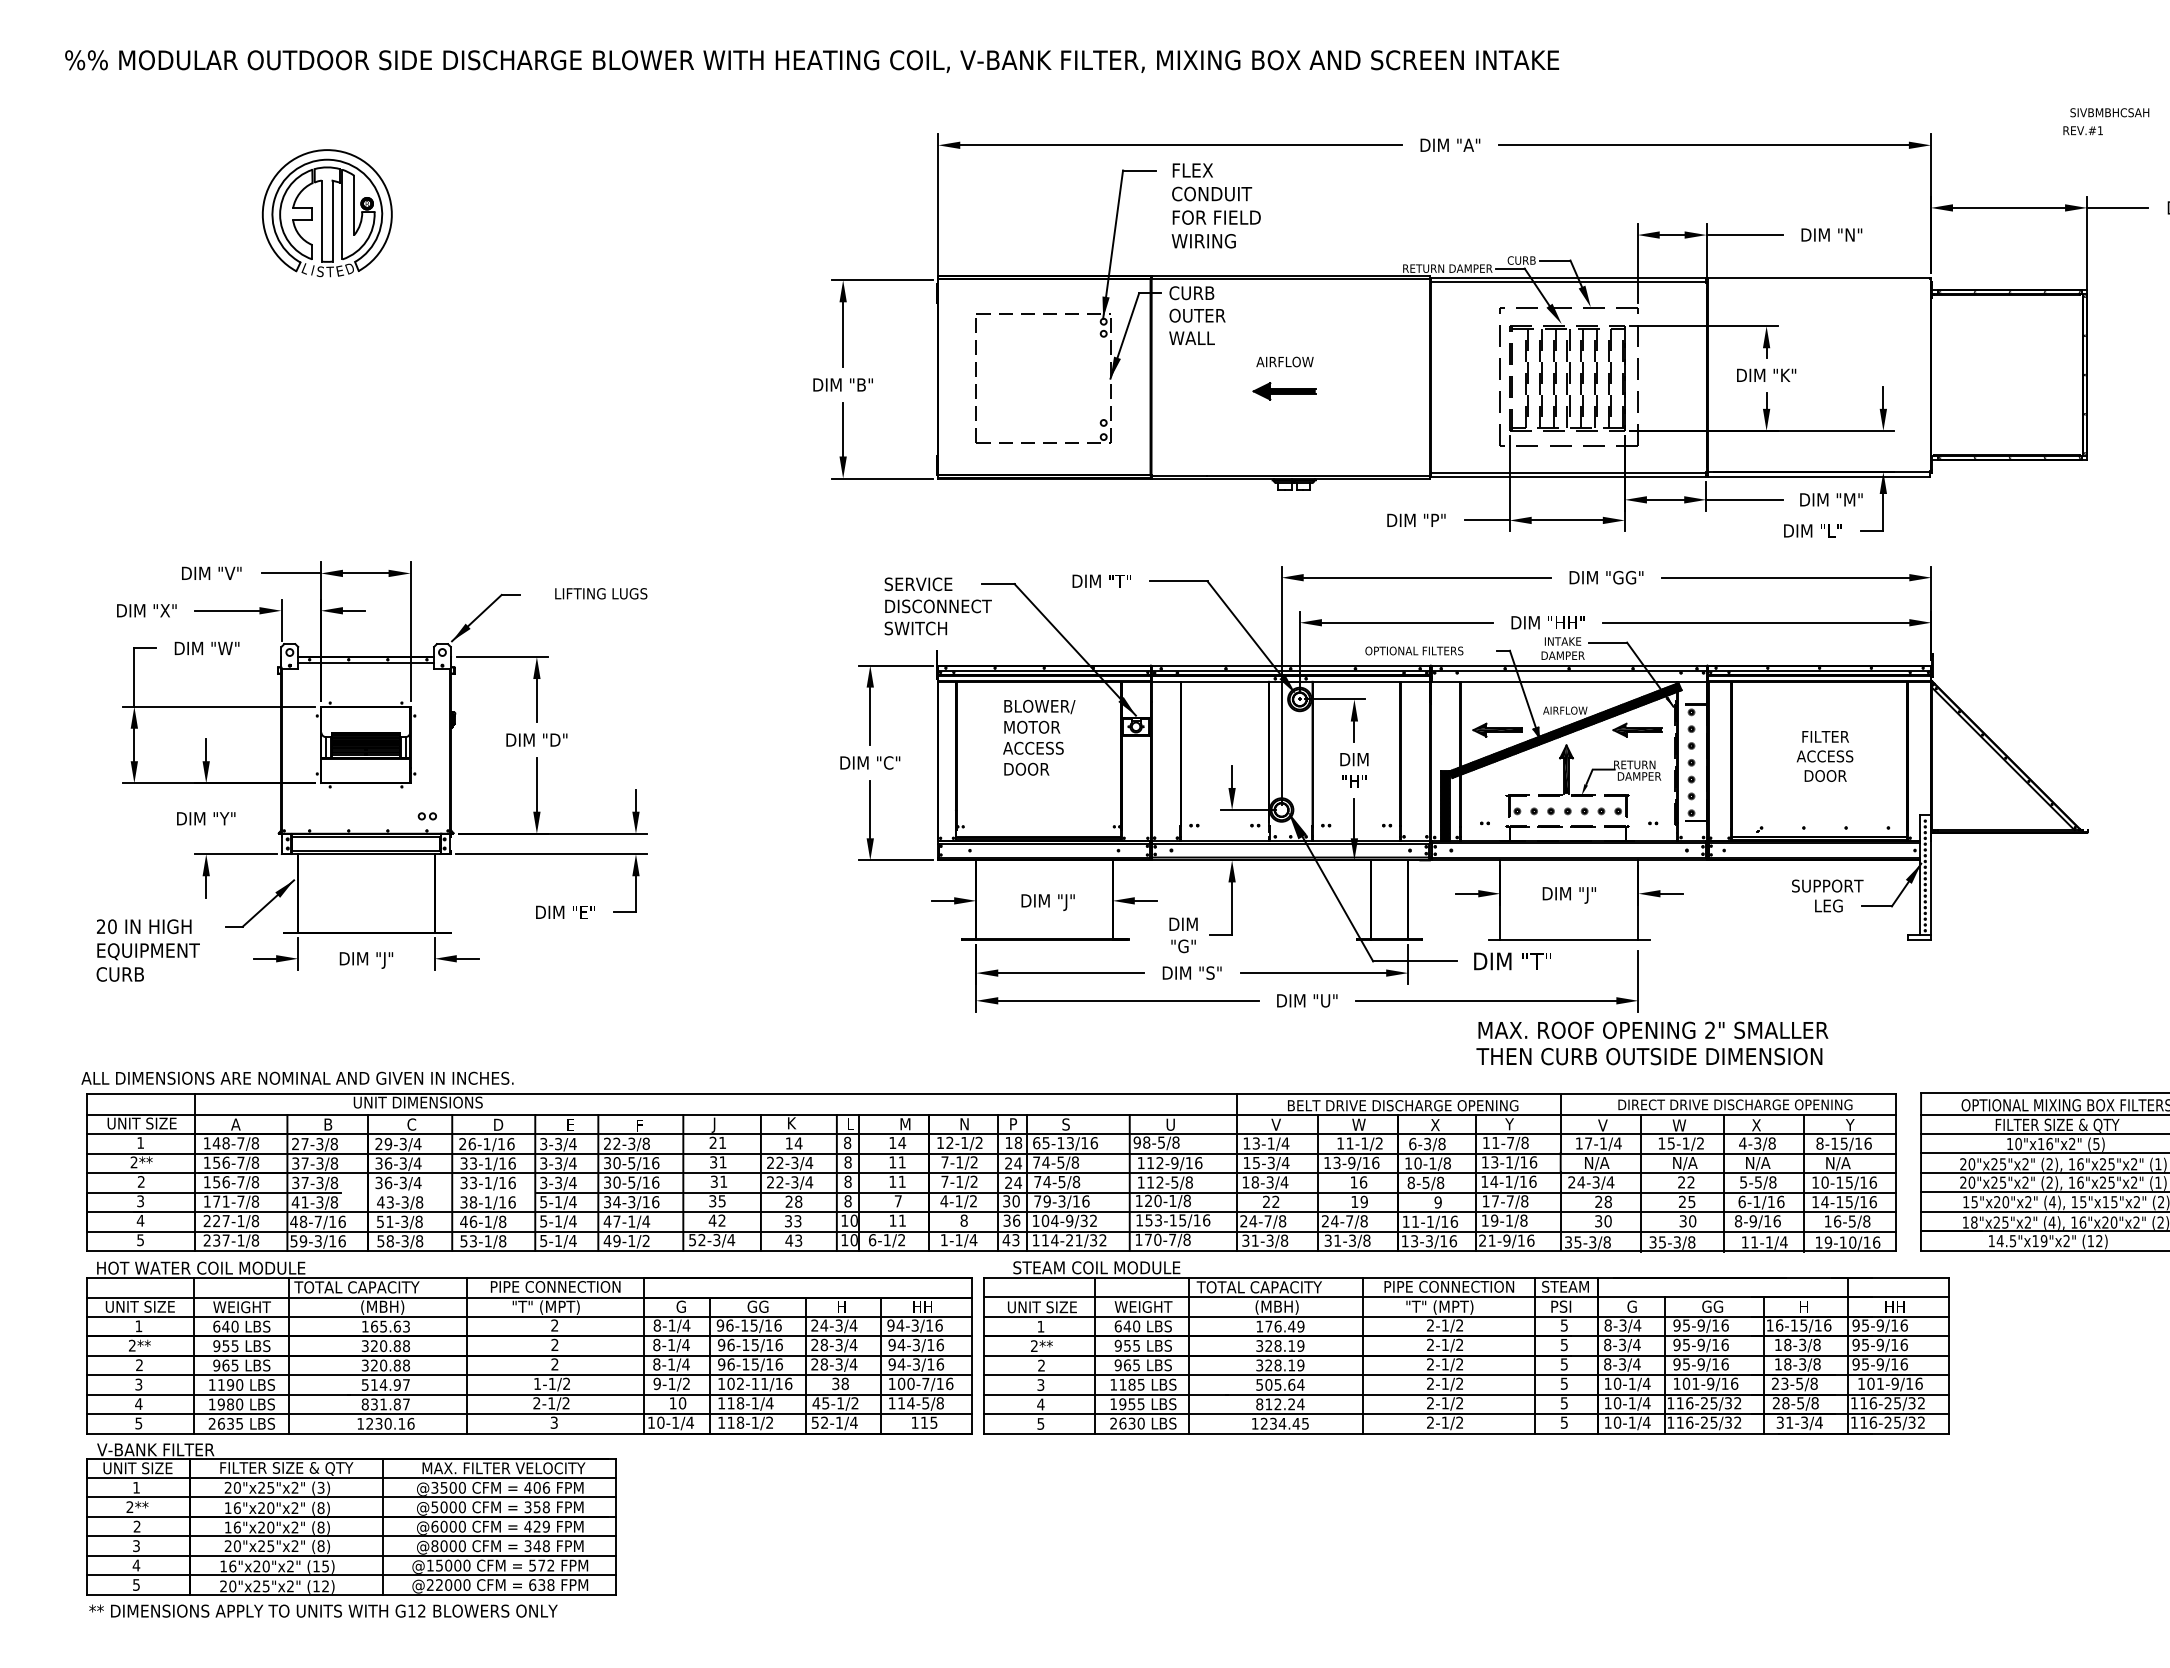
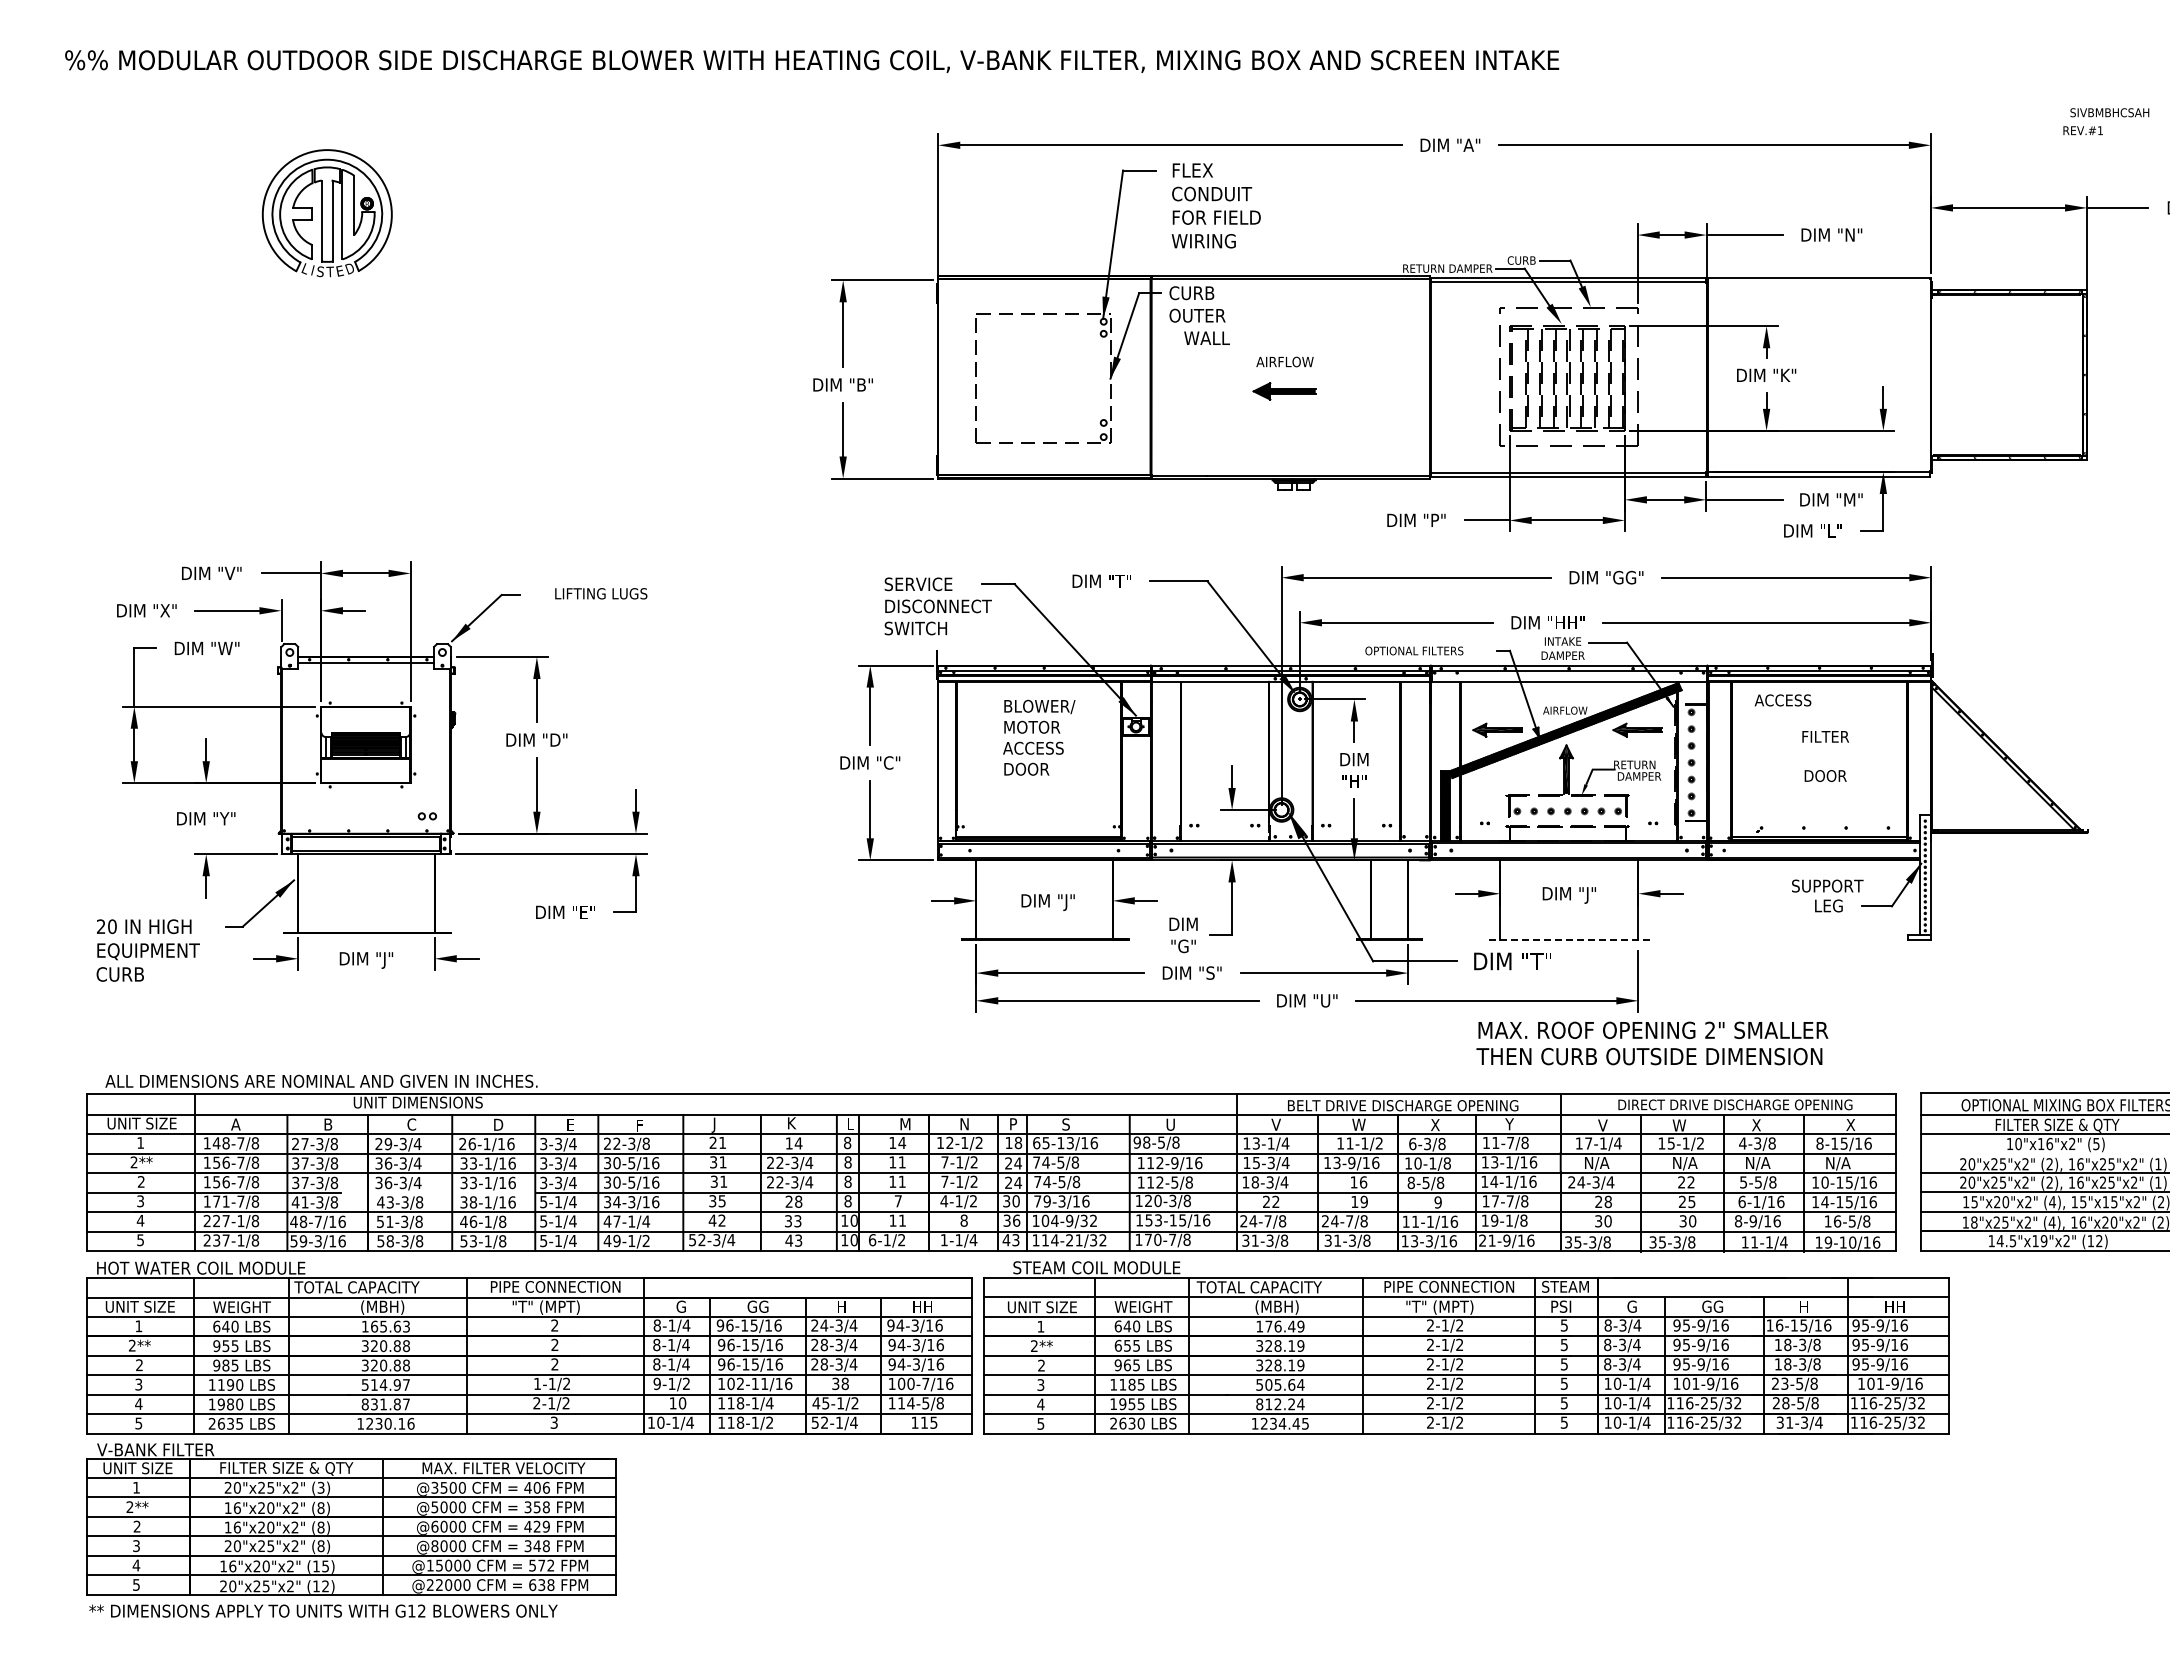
text at (1191, 337) position: (1191, 337) -> (1206, 337)
text at (1824, 756) position: (1824, 756) -> (1782, 700)
line at (1569, 939): solid -> dashed
text at (297, 1077) position: (297, 1077) -> (321, 1080)
text at (1850, 1124): Y -> X
line at (2043, 1153): present -> none
text at (1172, 1200): 120-1/8 -> 120-3/8
text at (1117, 1345): 955 -> 655
text at (225, 1365): 965 -> 985
